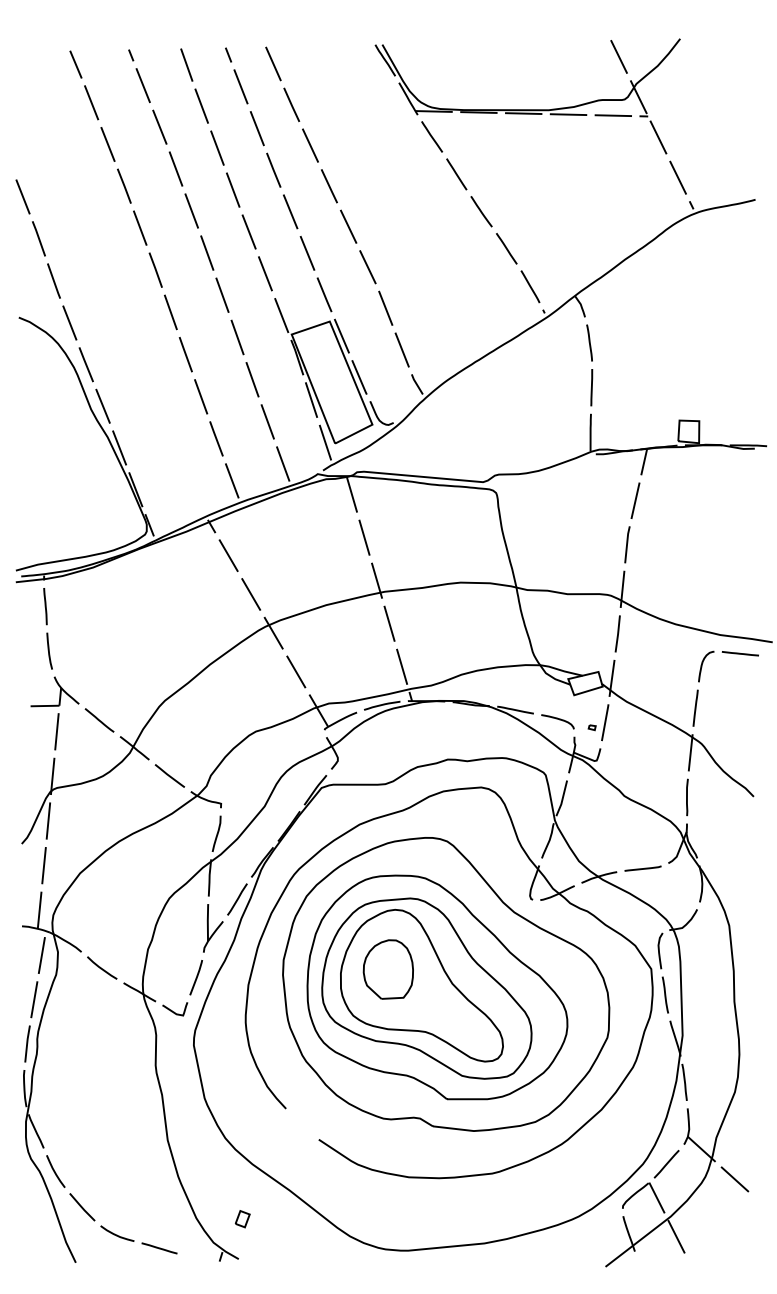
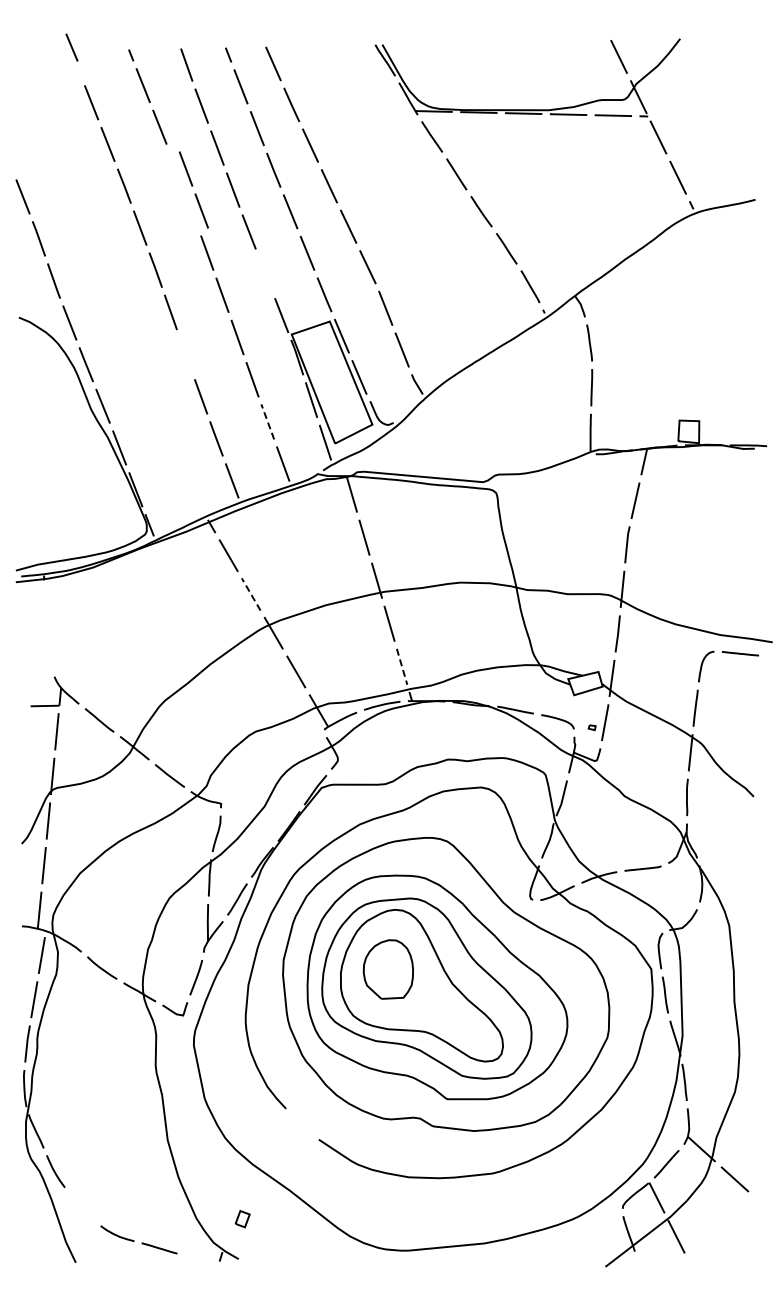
line at (75, 64) position: (75, 64) -> (71, 47)
line at (183, 186) position: (183, 186) -> (193, 186)
line at (265, 273): present -> none
line at (185, 354): present -> none
line at (267, 421): solid -> dashed
line at (251, 594): solid -> dashed
part at (47, 628): present -> none
line at (402, 666): solid -> dashed
line at (82, 1207): present -> none
